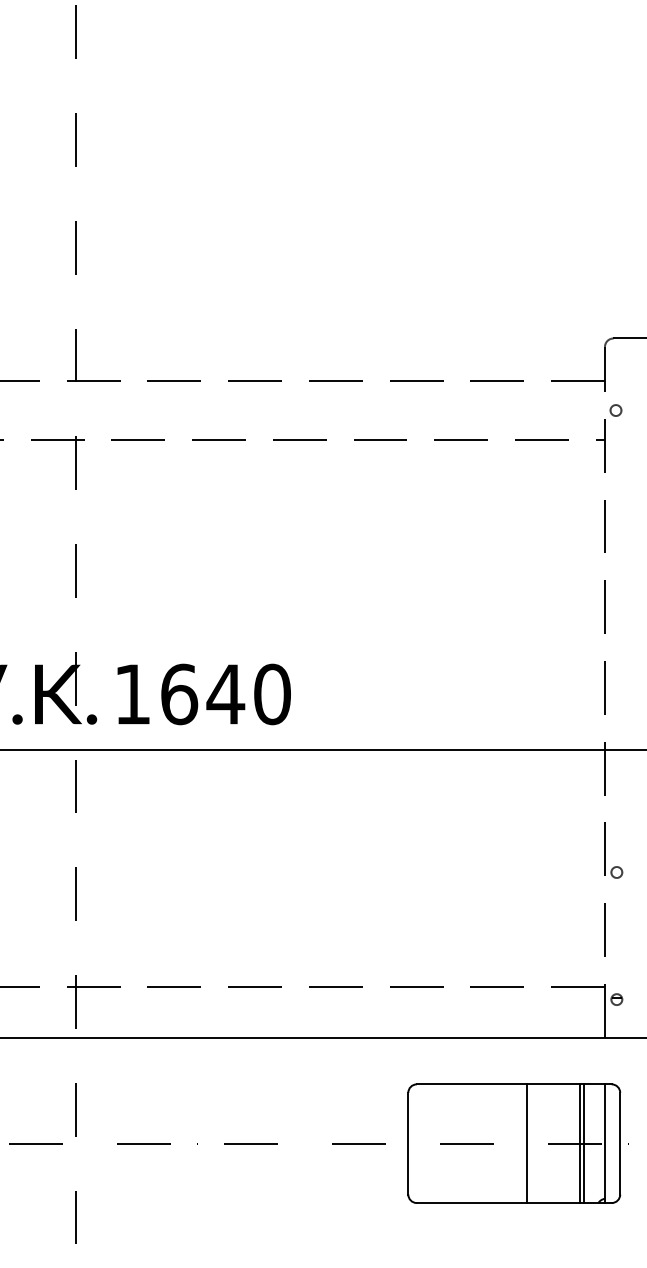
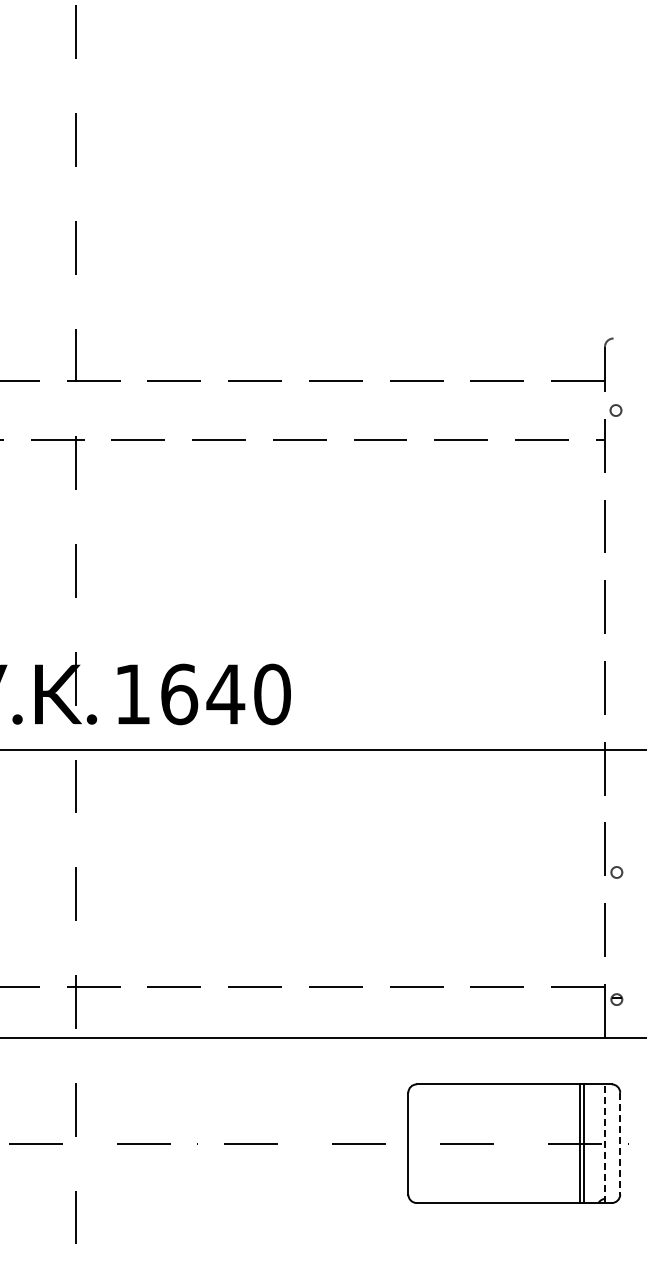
line at (628, 338): present -> none
line at (526, 1143): present -> none
line at (604, 1143): solid -> dashed
line at (620, 1143): solid -> dashed
